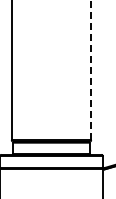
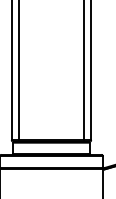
line at (91, 70): dashed -> solid
line at (18, 71): none -> present
line at (84, 71): none -> present
